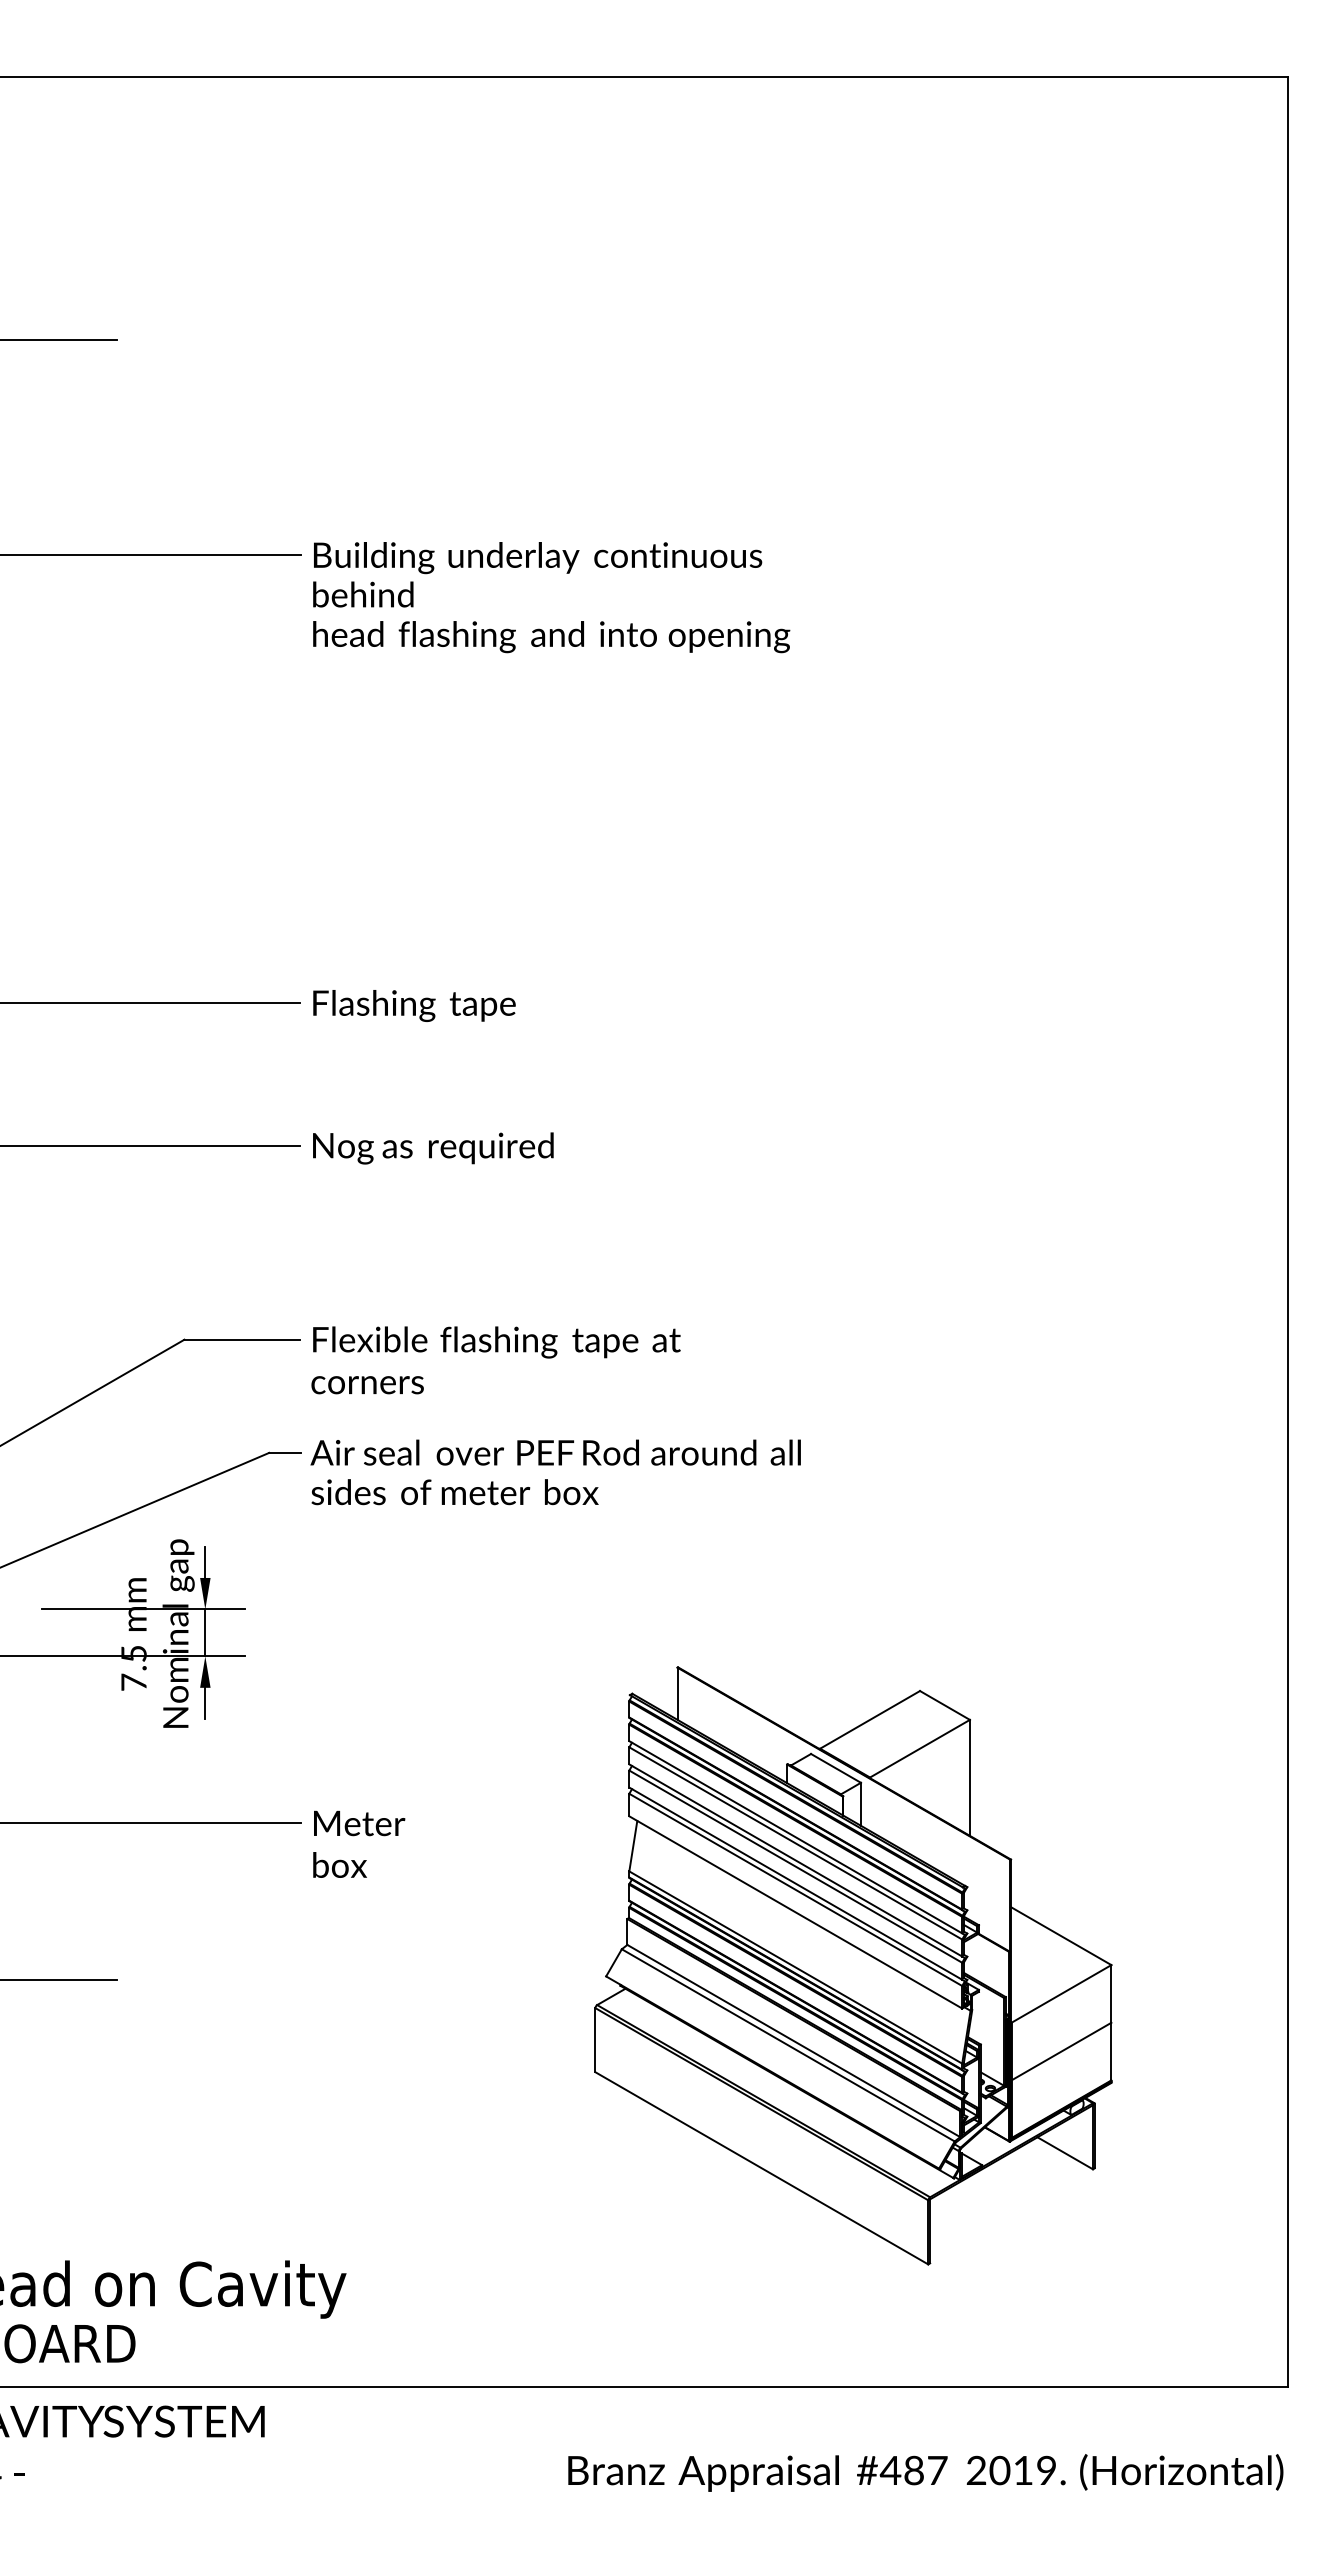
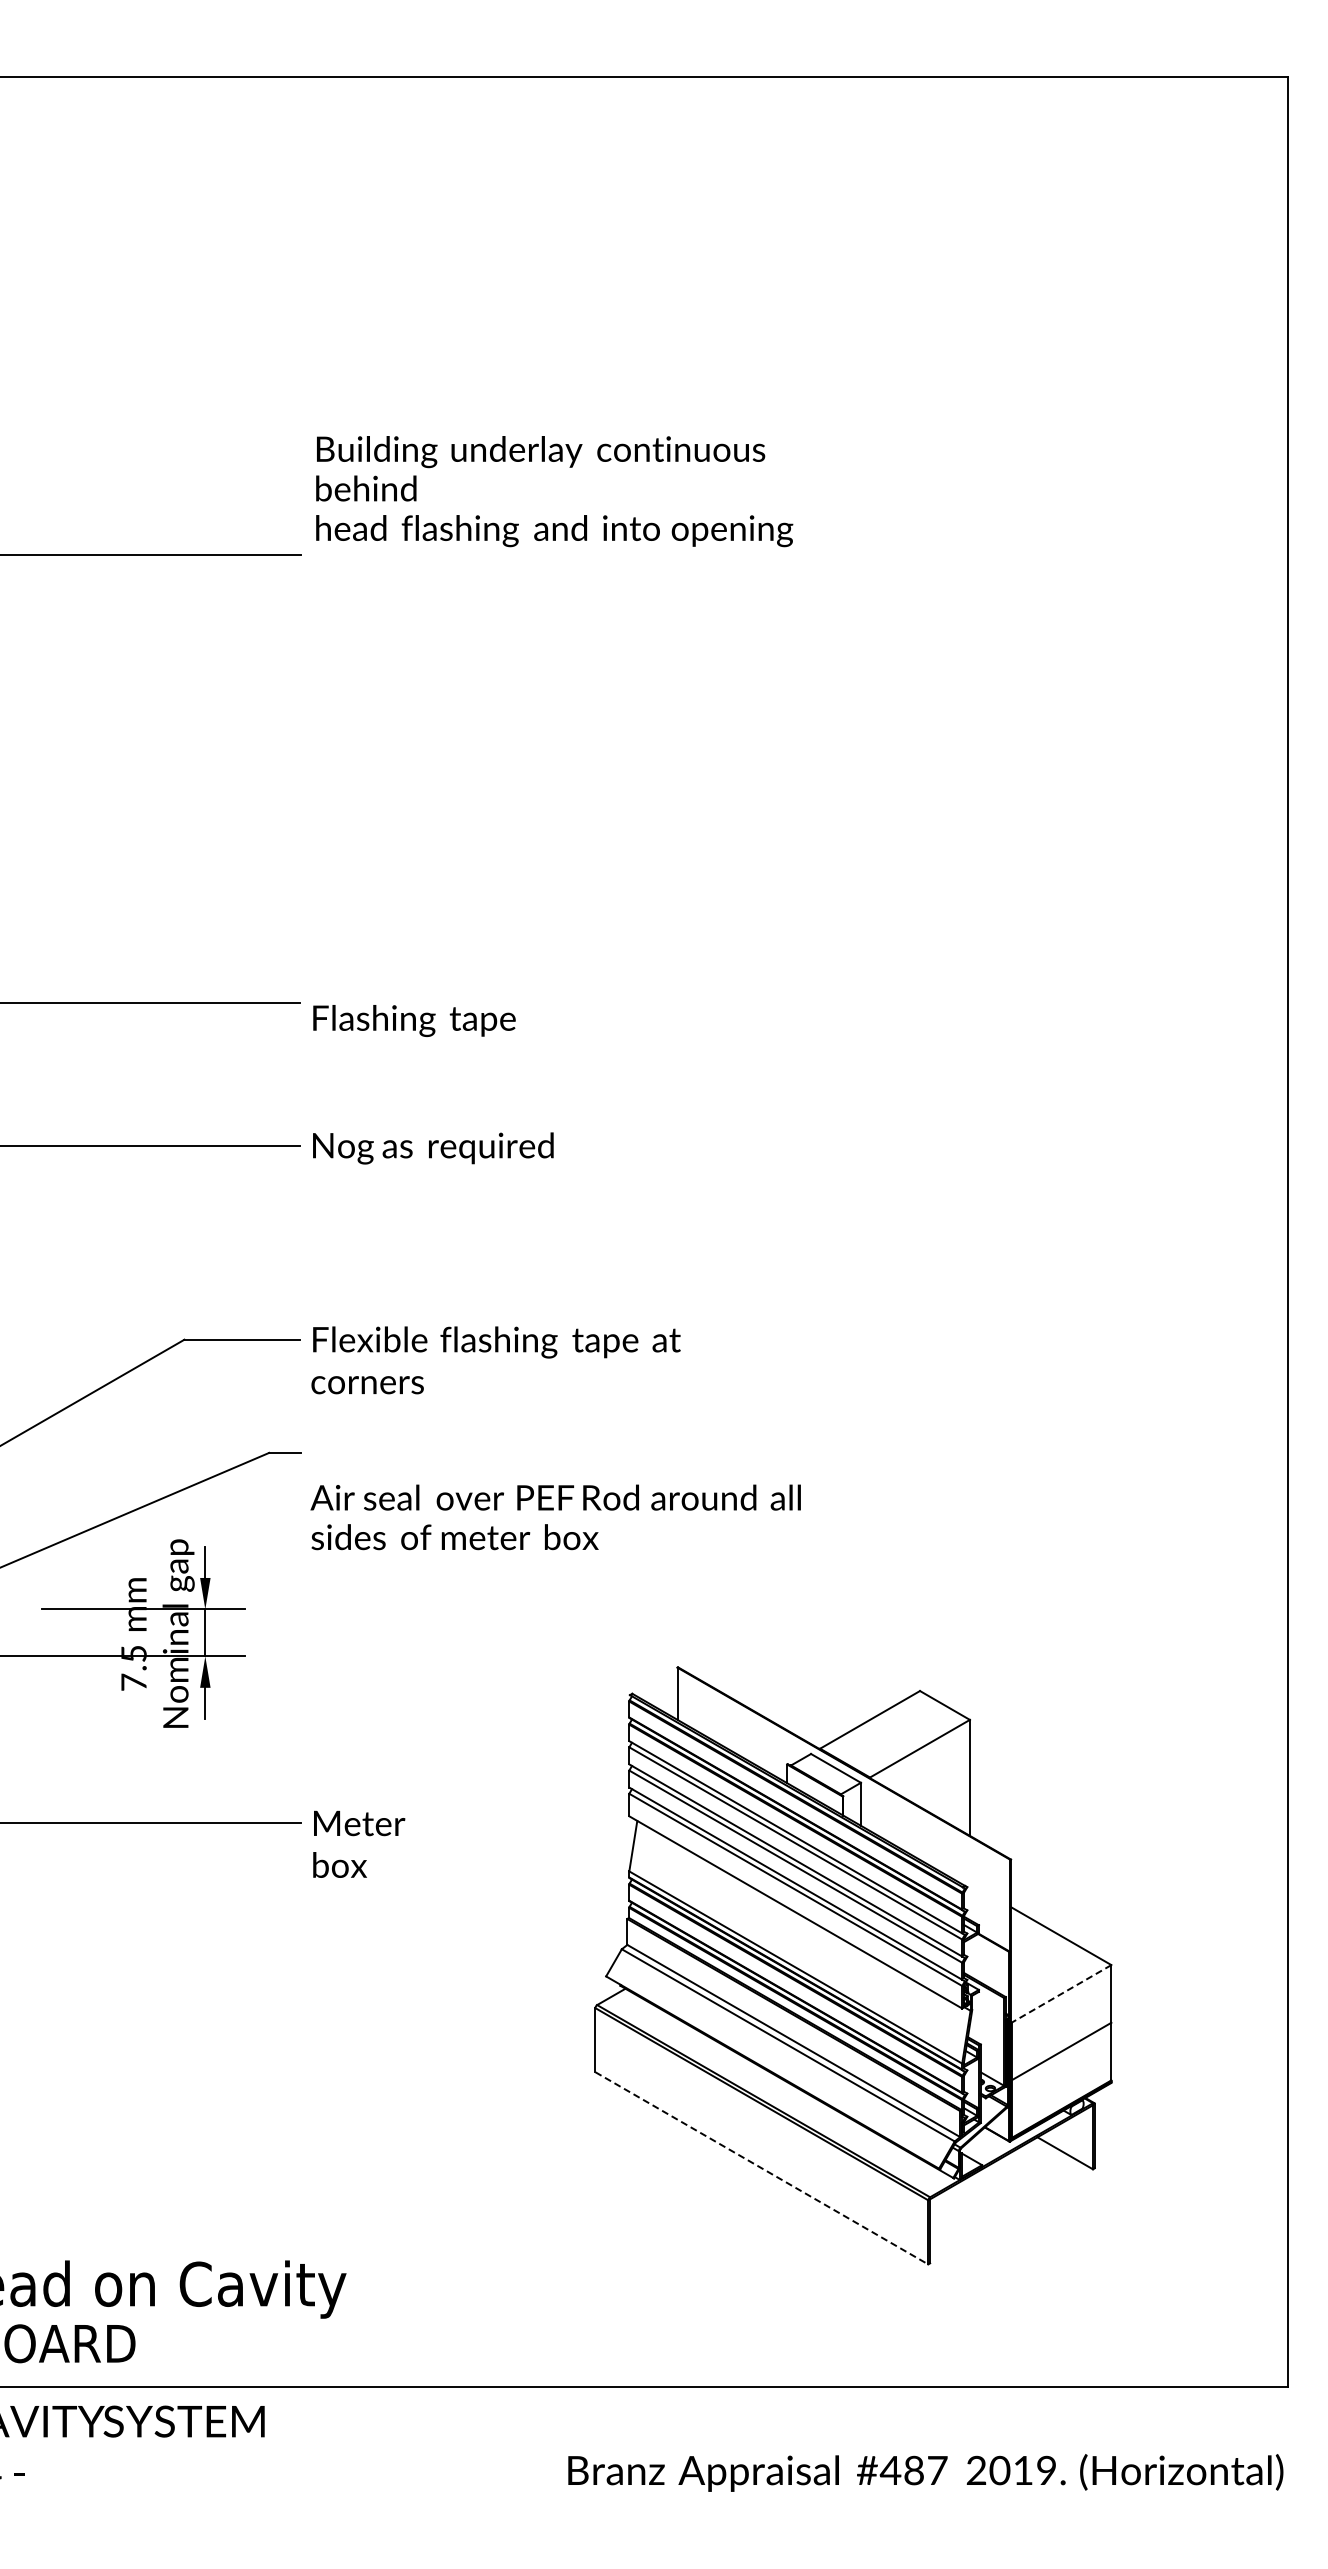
line at (59, 340): present -> none
text at (551, 597) position: (551, 597) -> (554, 491)
text at (414, 1005) position: (414, 1005) -> (414, 1020)
text at (555, 1472) position: (555, 1472) -> (555, 1517)
line at (59, 1980): present -> none
line at (1061, 1993): solid -> dashed
line at (762, 2168): solid -> dashed
